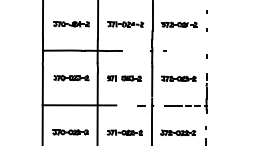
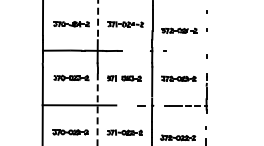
line at (98, 20): solid -> dashed
part at (179, 24) position: (179, 24) -> (179, 30)
line at (97, 110): solid -> dashed
part at (178, 132) position: (178, 132) -> (178, 137)
